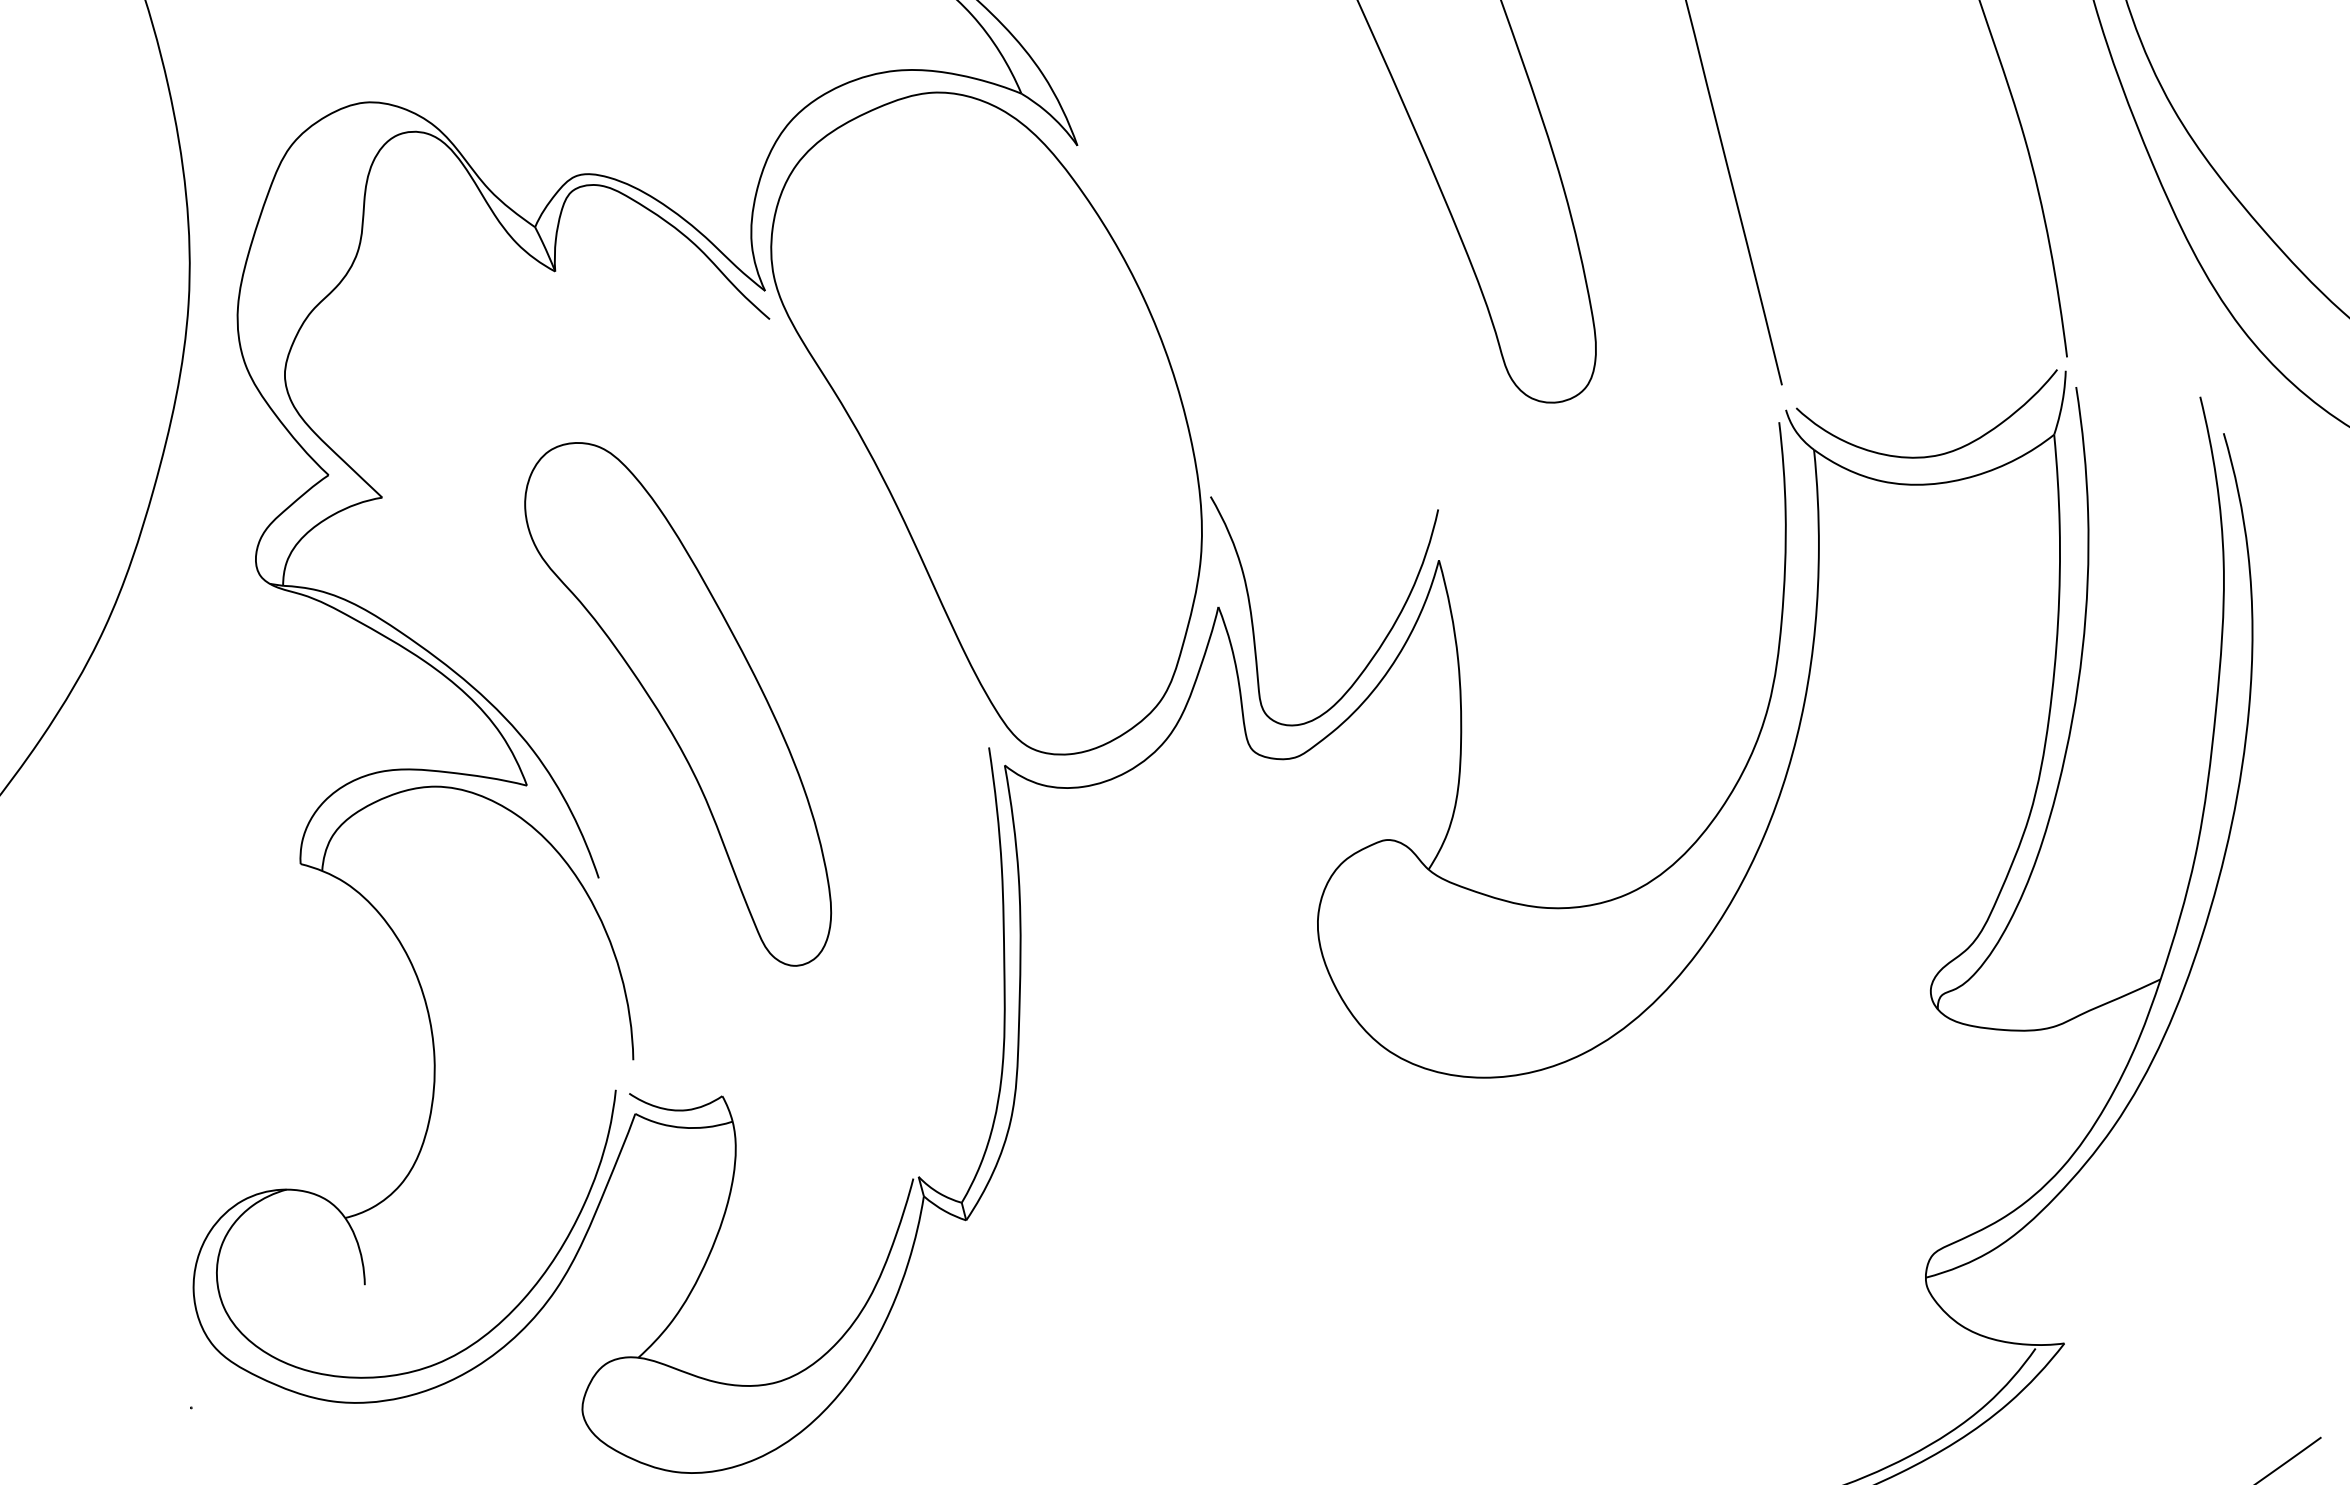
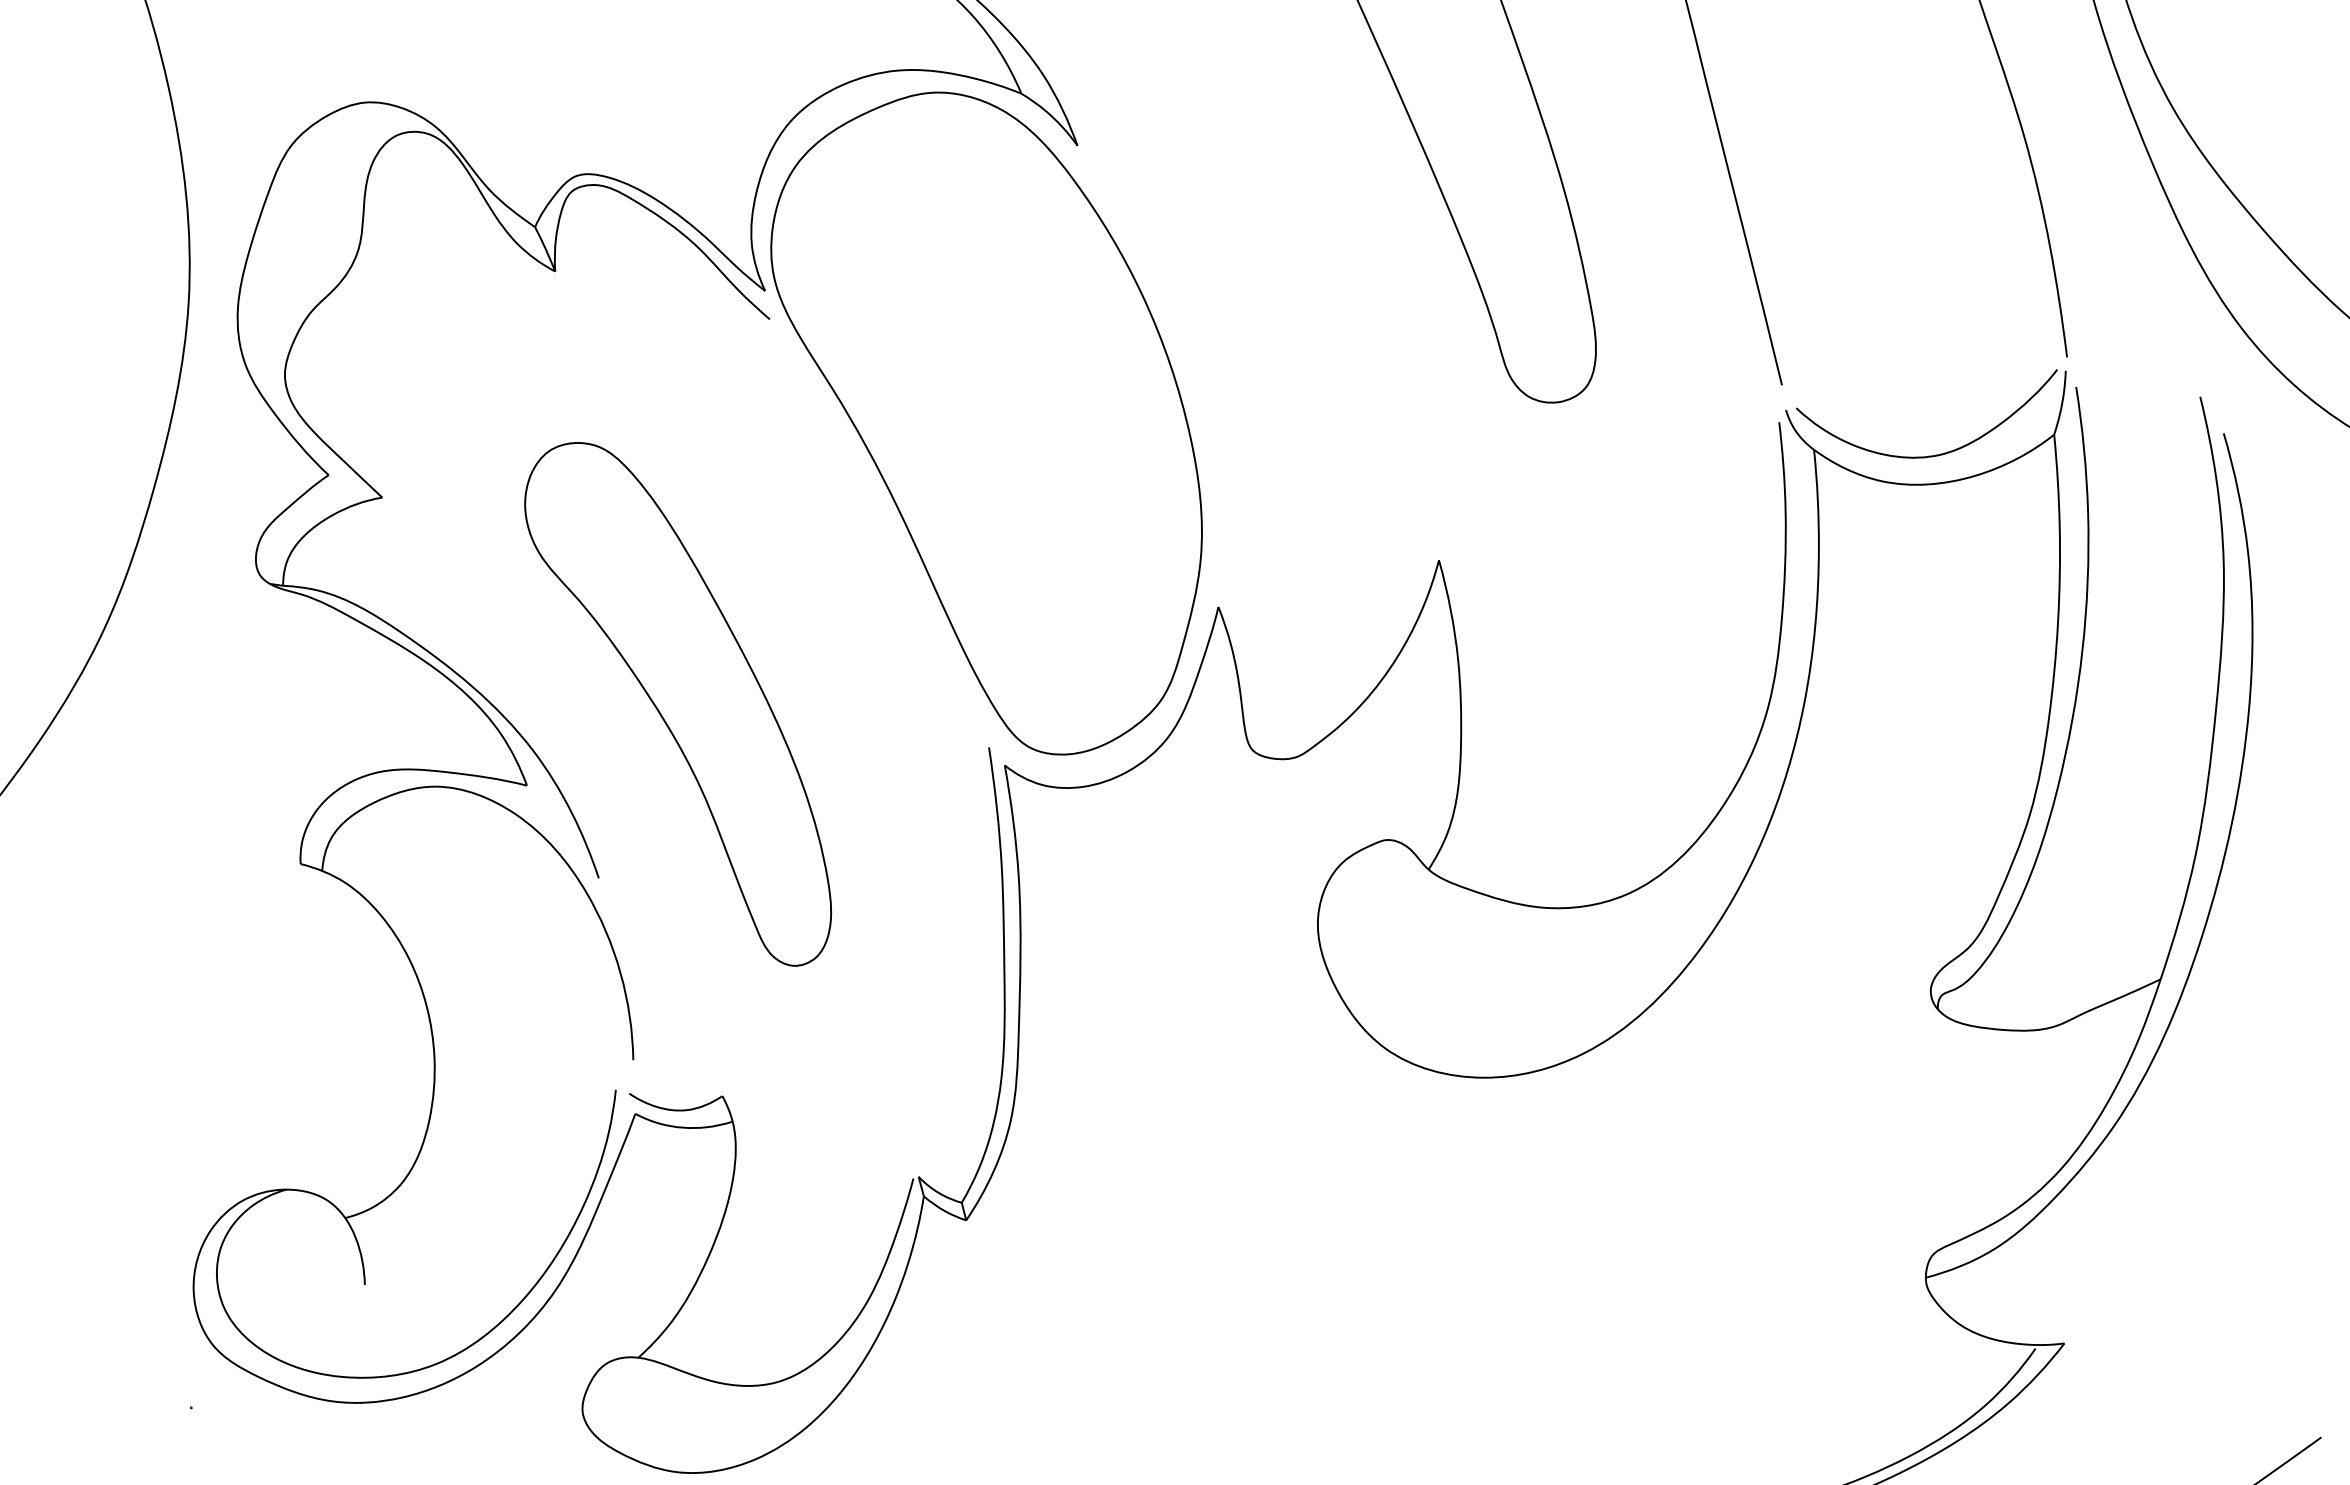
curve at (1380, 644): present -> none
